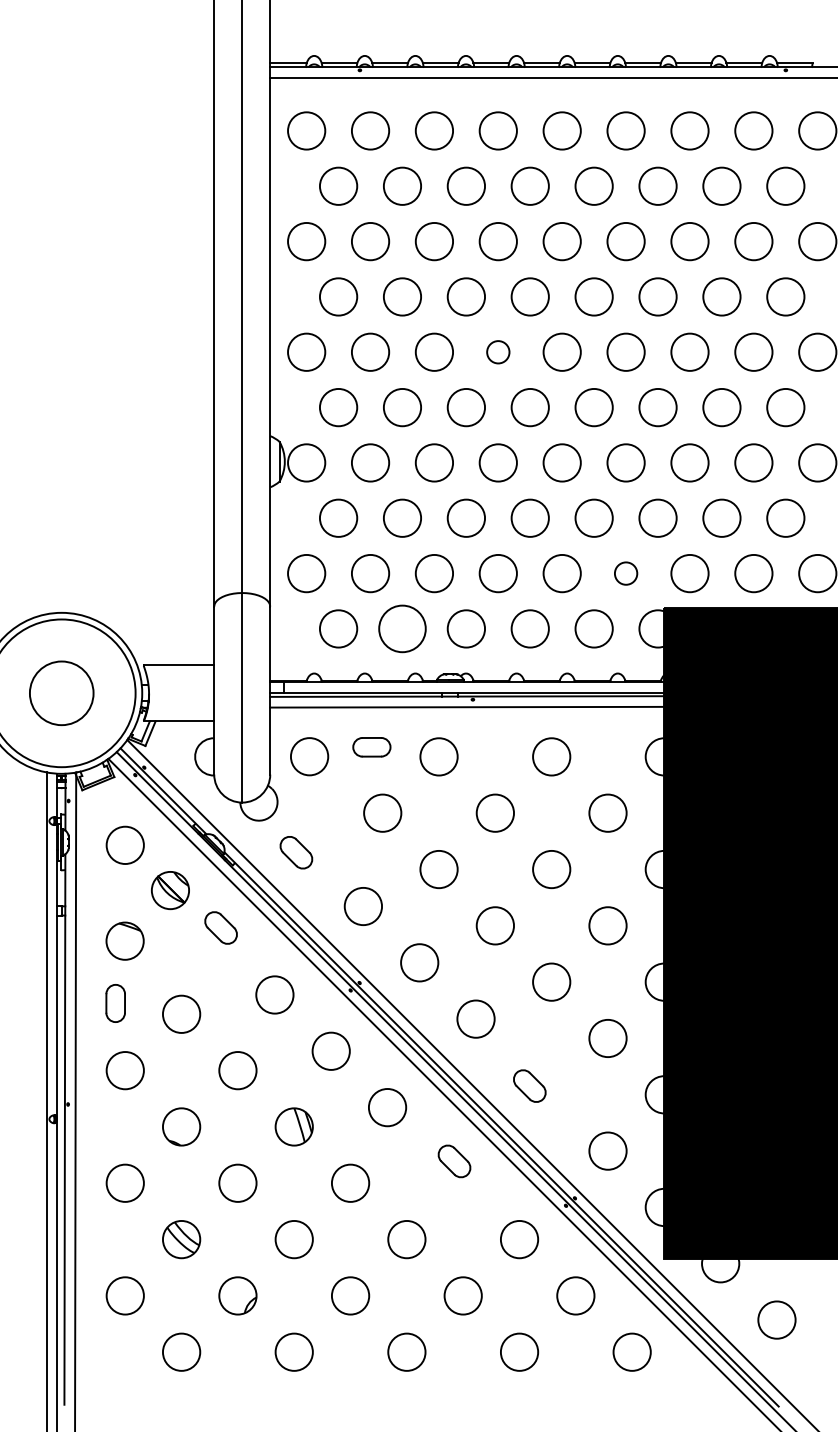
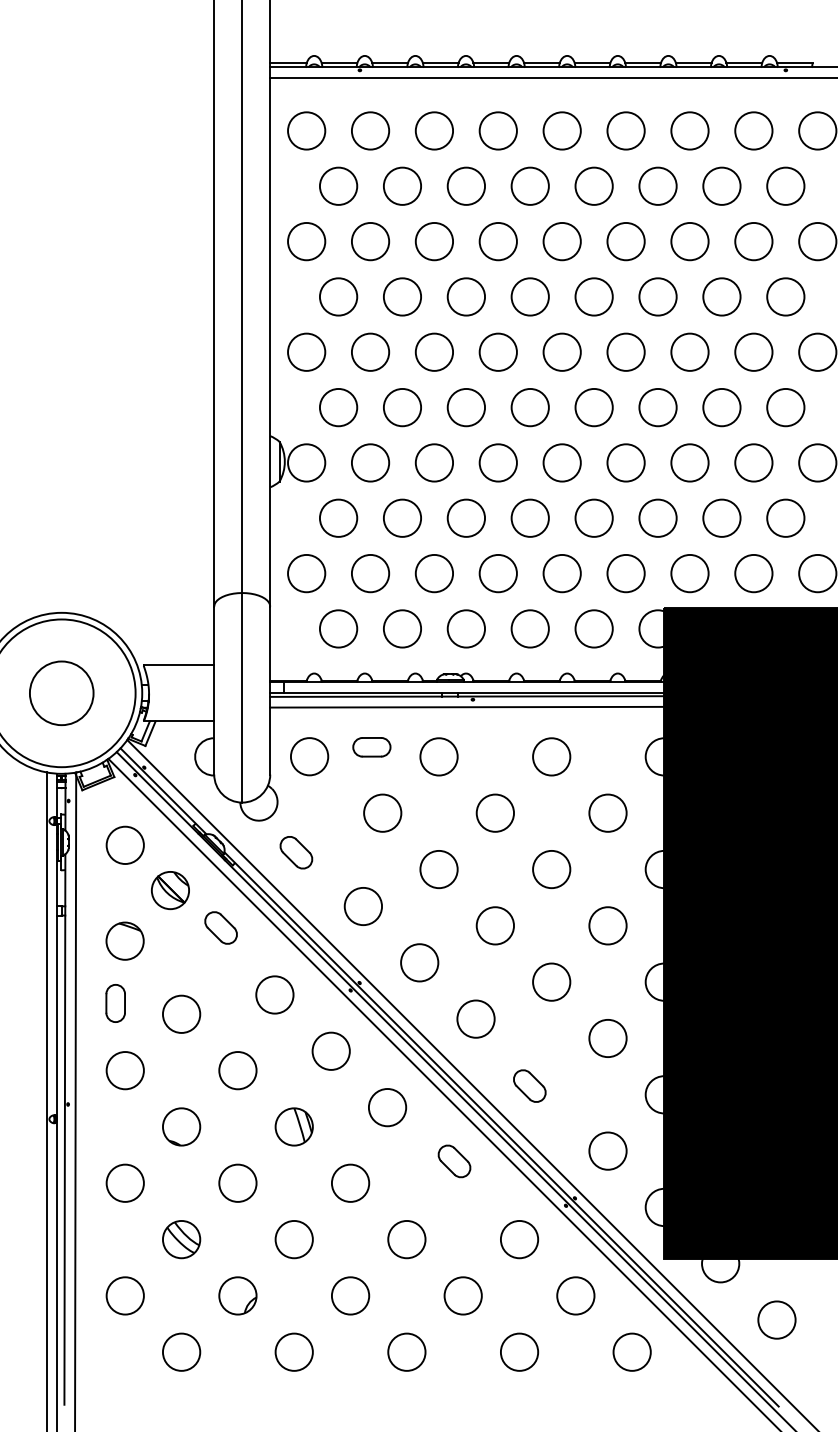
circle at (498, 352) diameter: 22 px -> 37 px
circle at (625, 573) diameter: 22 px -> 37 px
circle at (402, 628) size: 49x50 px -> 39x40 px
